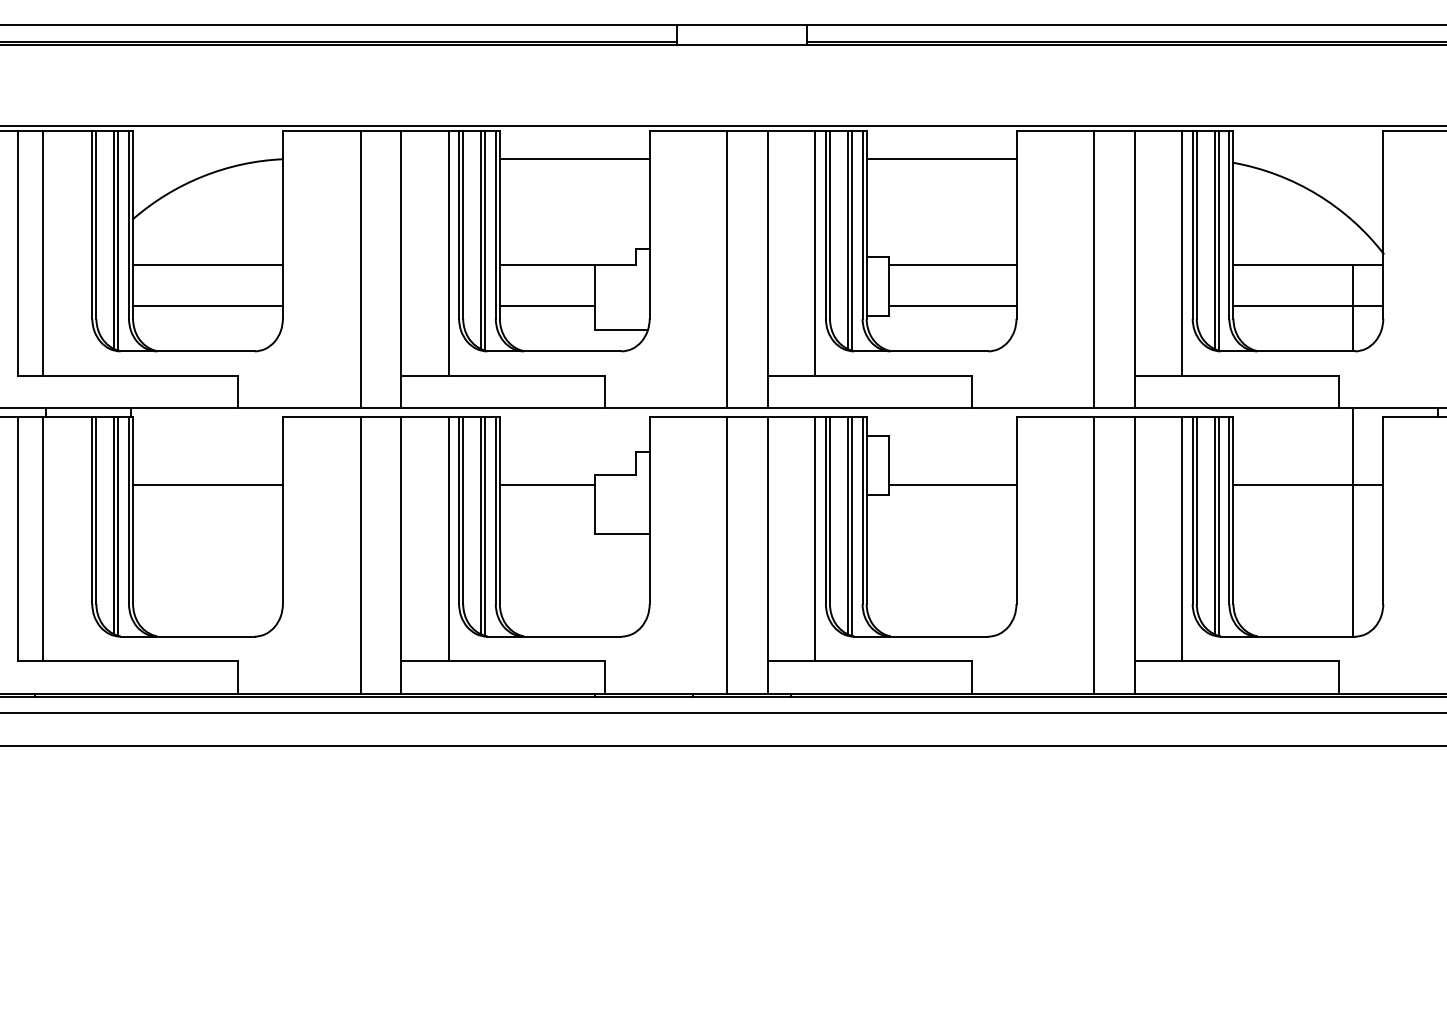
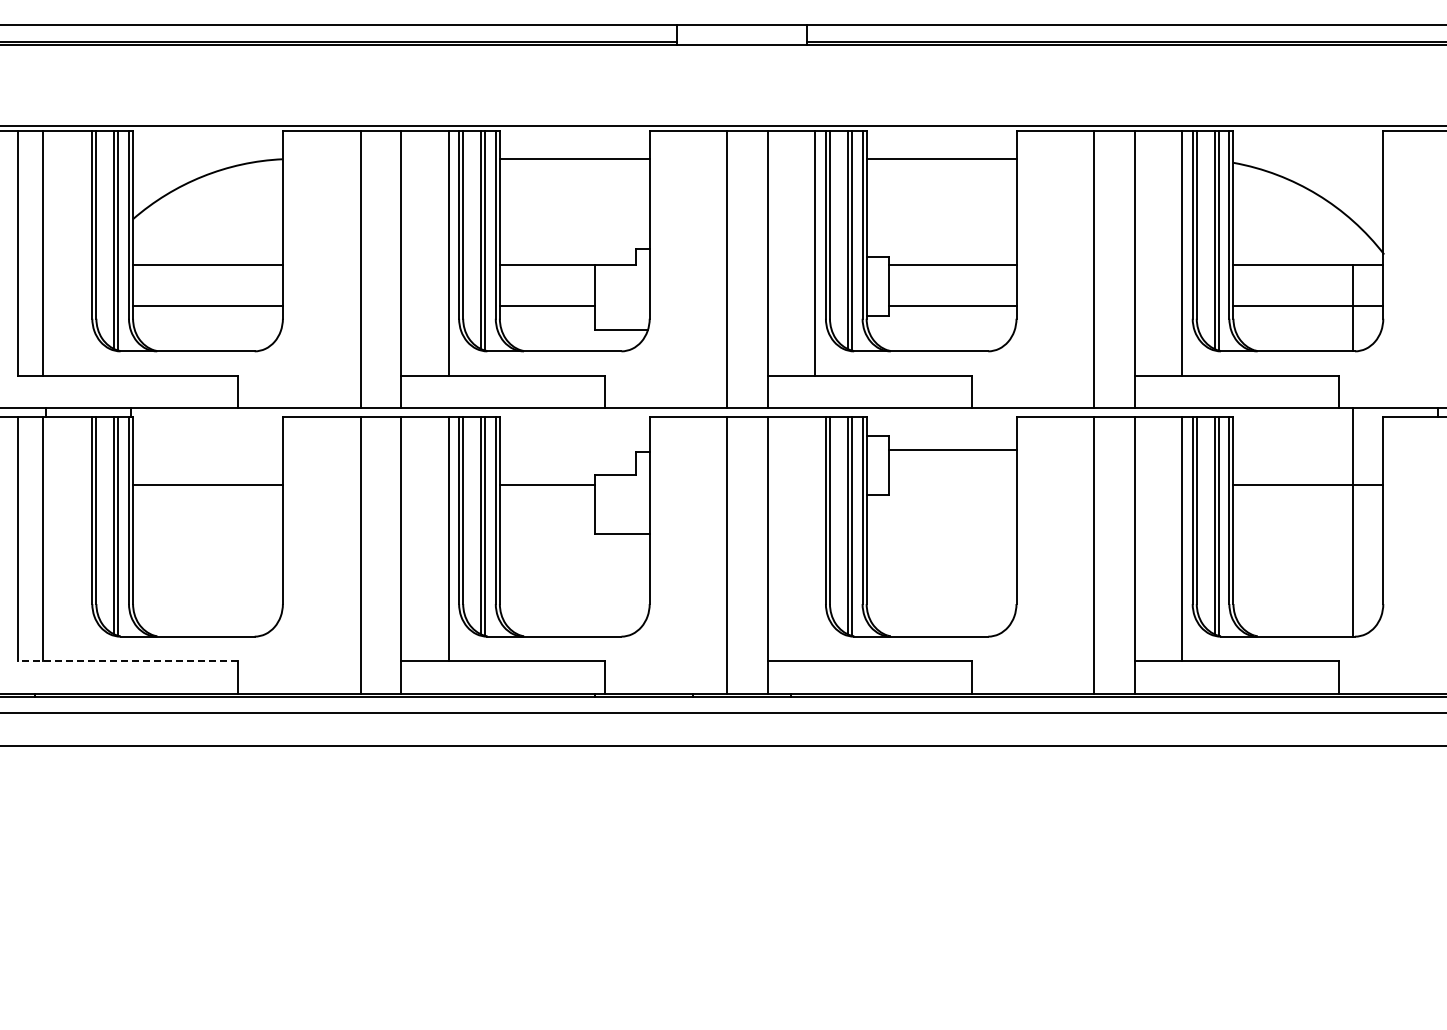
line at (952, 485) position: (952, 485) -> (952, 450)
line at (815, 538): present -> none
line at (127, 661): solid -> dashed
